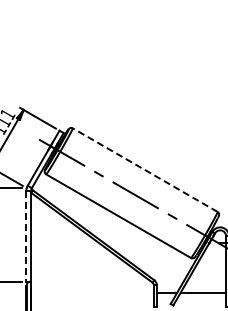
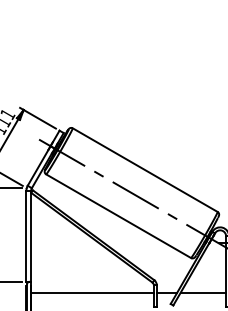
line at (145, 170): dashed -> solid
line at (26, 236): dashed -> solid
line at (92, 292): none -> present
